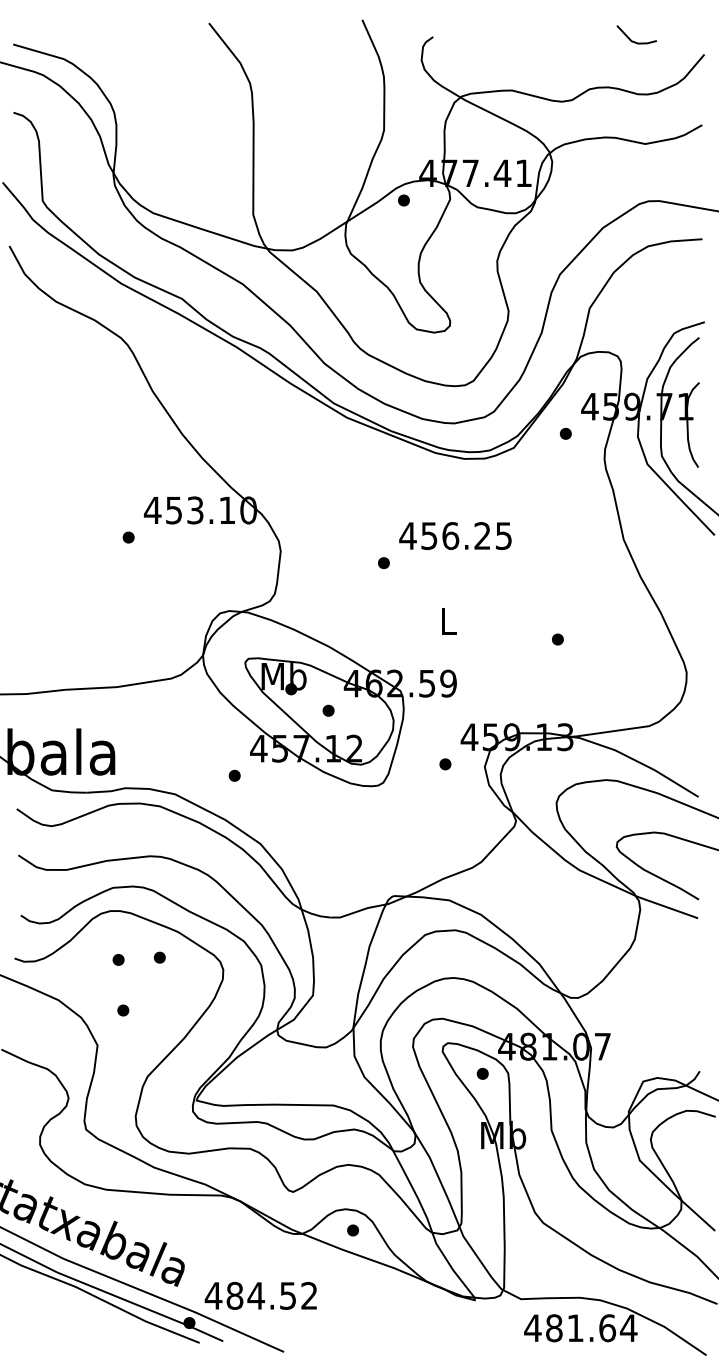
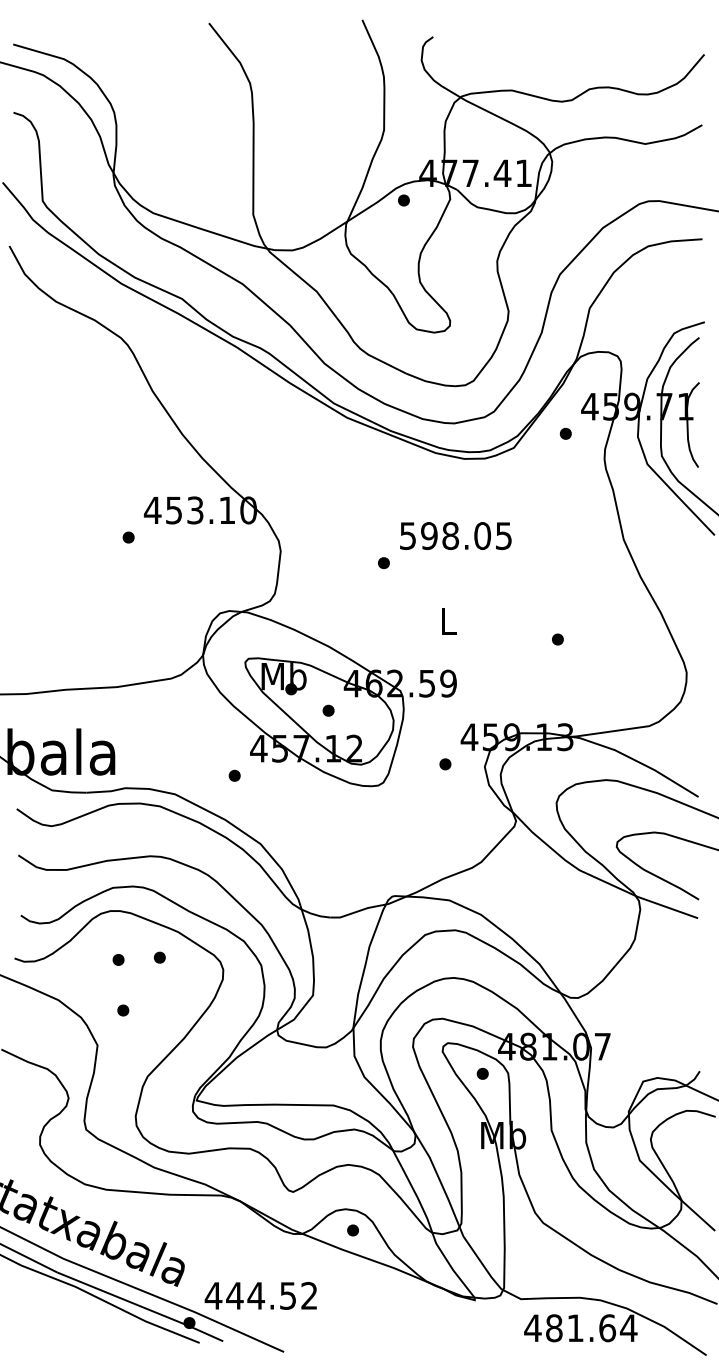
line at (631, 39): present -> none
text at (445, 536): 456.25 -> 598.05
text at (234, 1295): 484.52 -> 444.52
